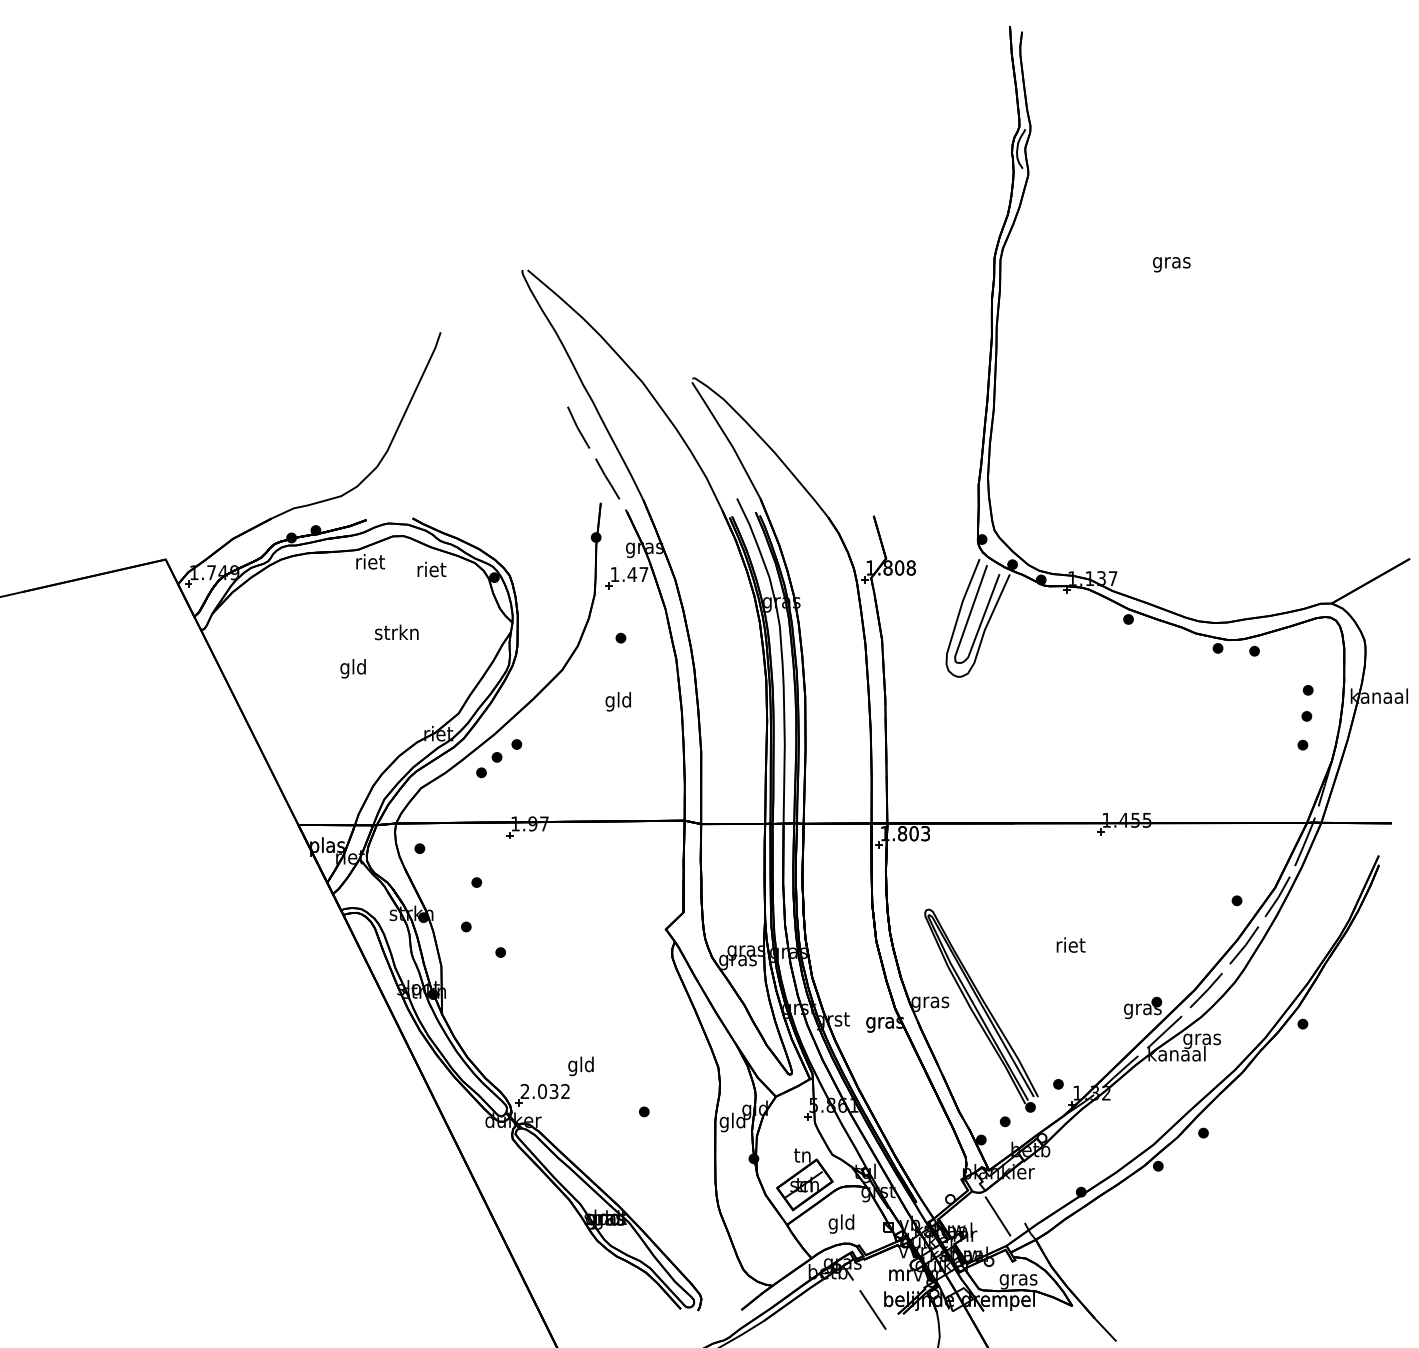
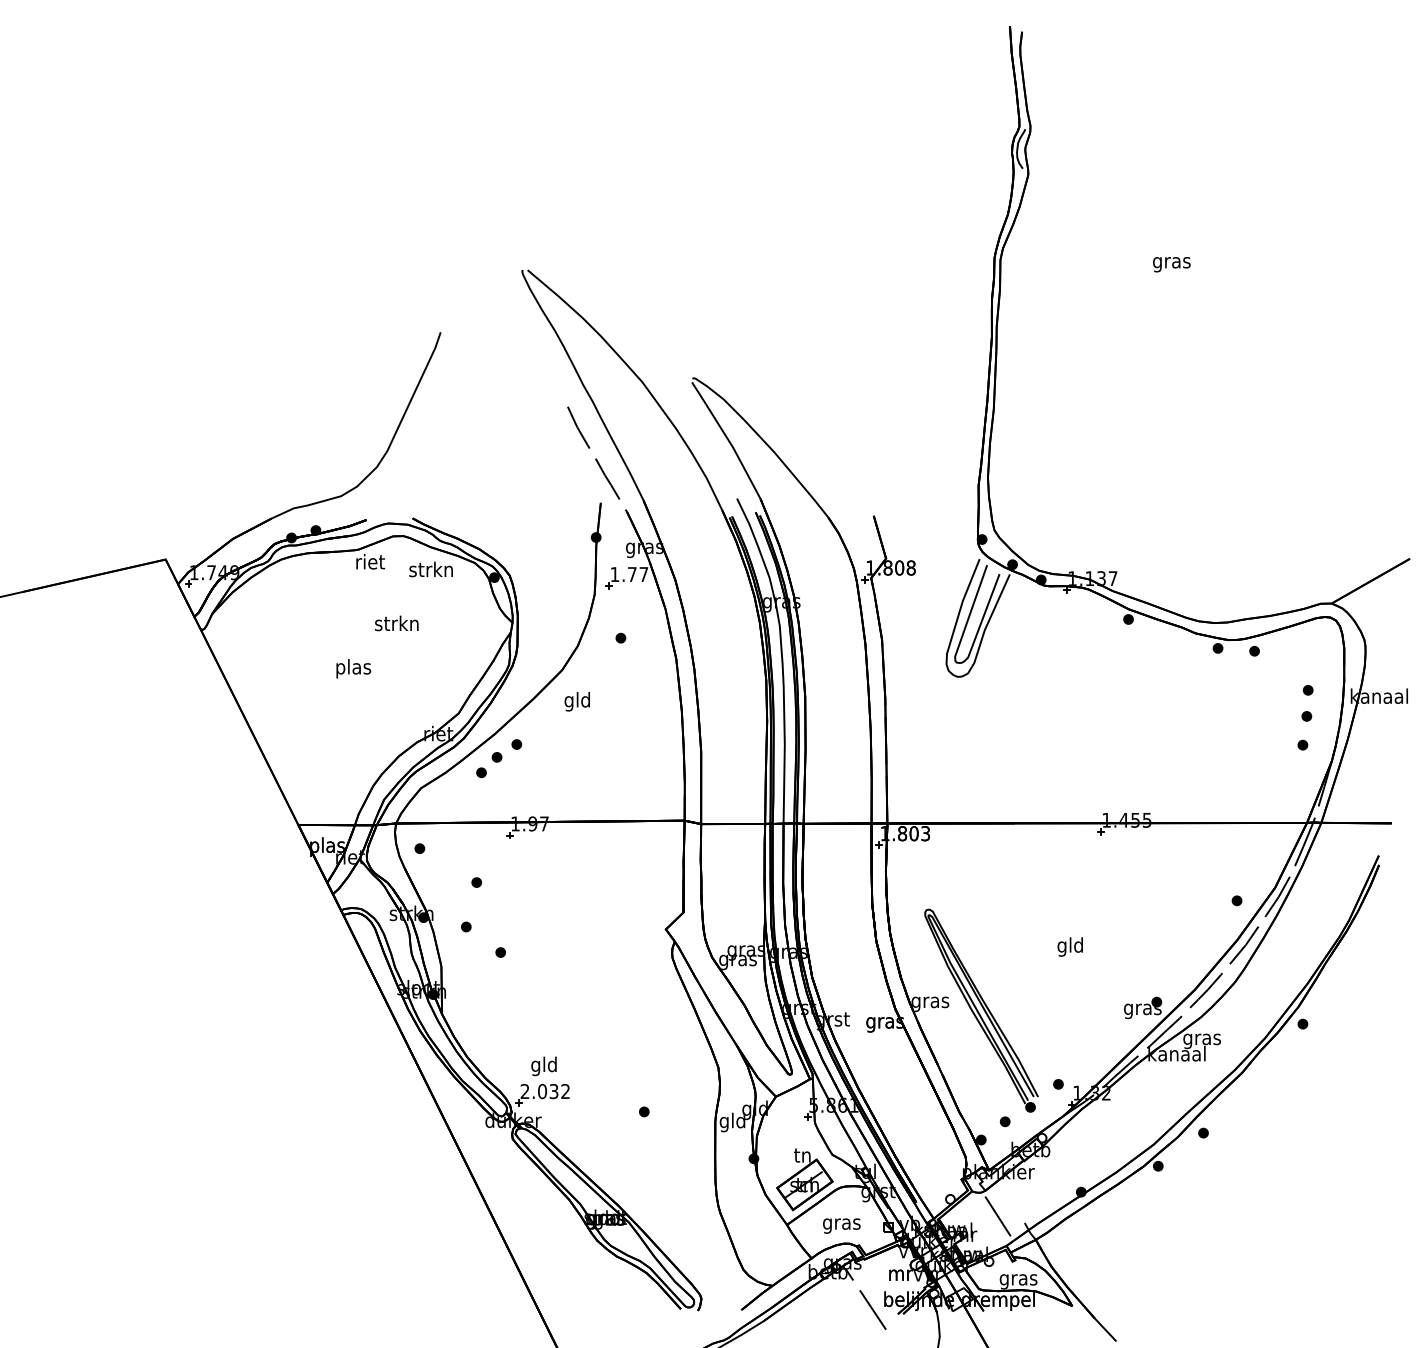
text at (430, 569): riet -> strkn
text at (632, 574): 1.47 -> 1.77
text at (396, 632) position: (396, 632) -> (396, 623)
text at (353, 668): gld -> plas
text at (617, 701) position: (617, 701) -> (576, 701)
text at (1070, 946): riet -> gld
text at (580, 1066) position: (580, 1066) -> (543, 1066)
text at (841, 1223): gld -> gras
